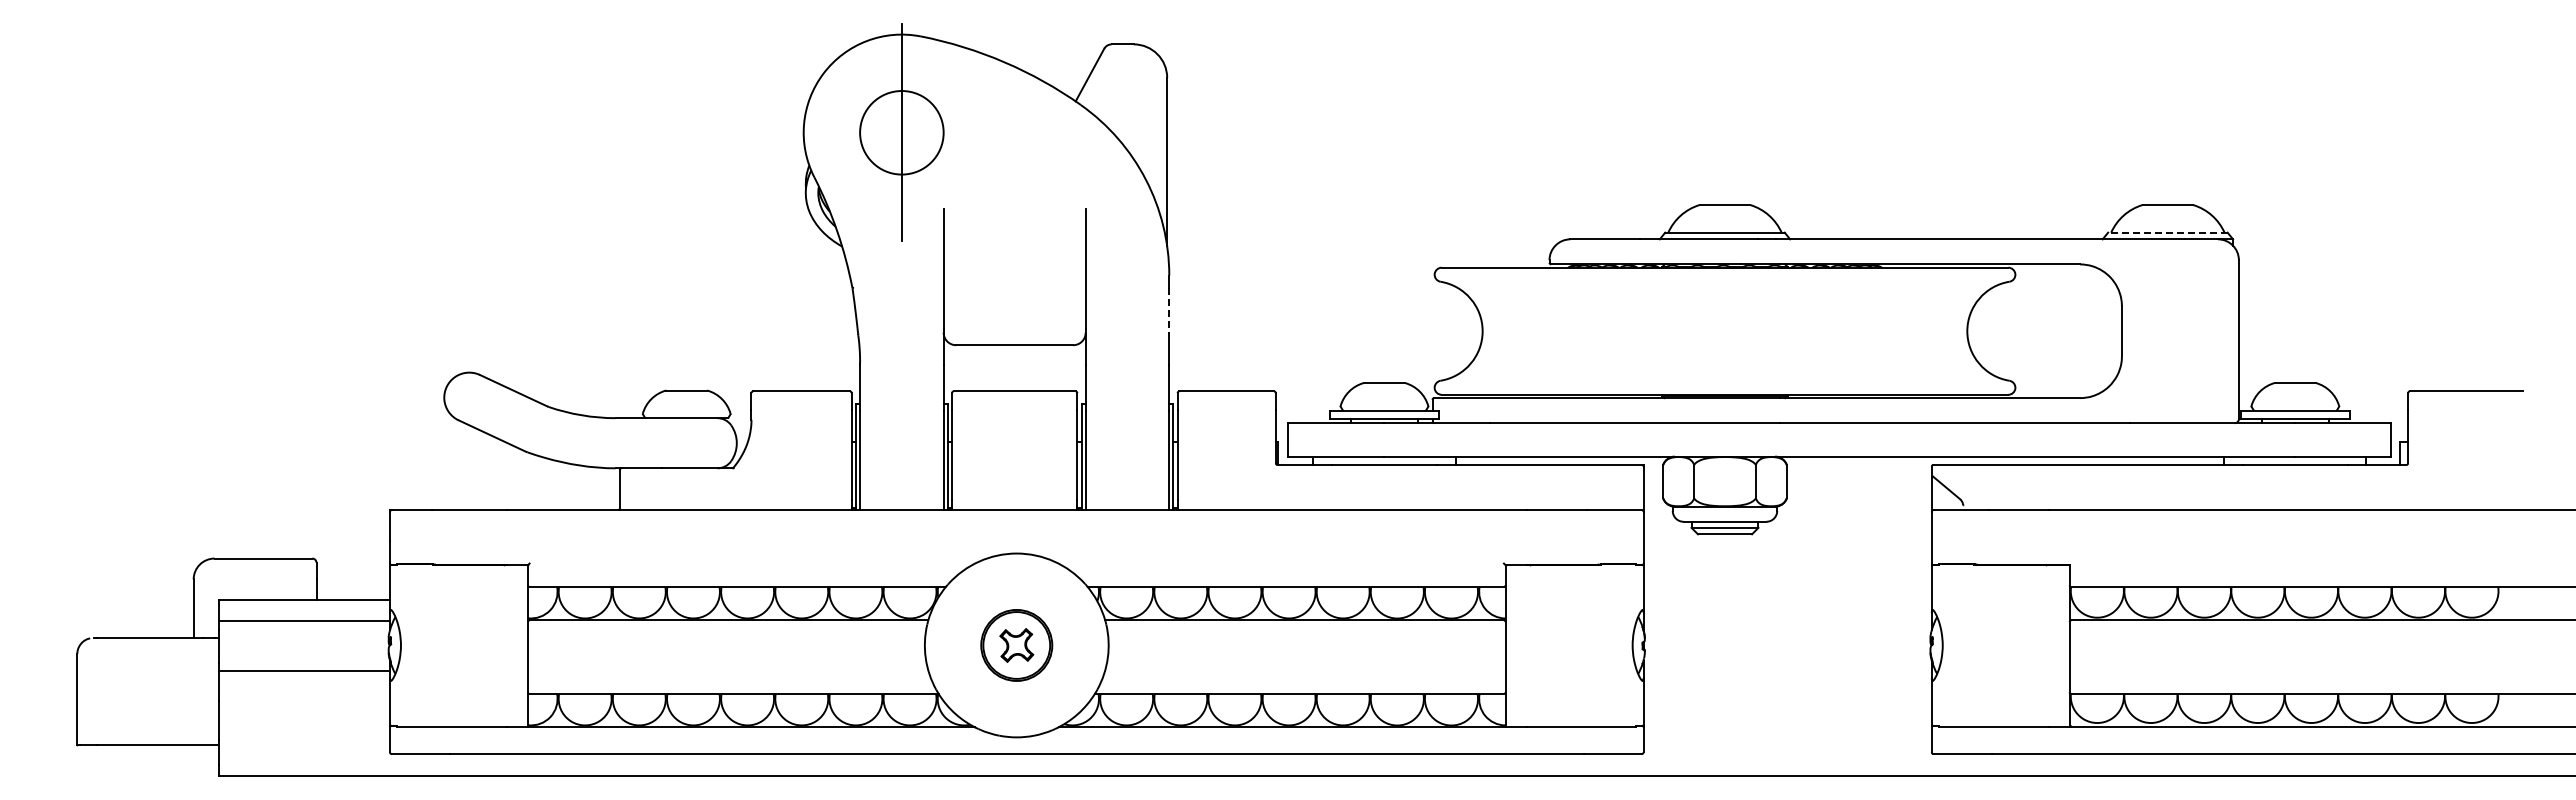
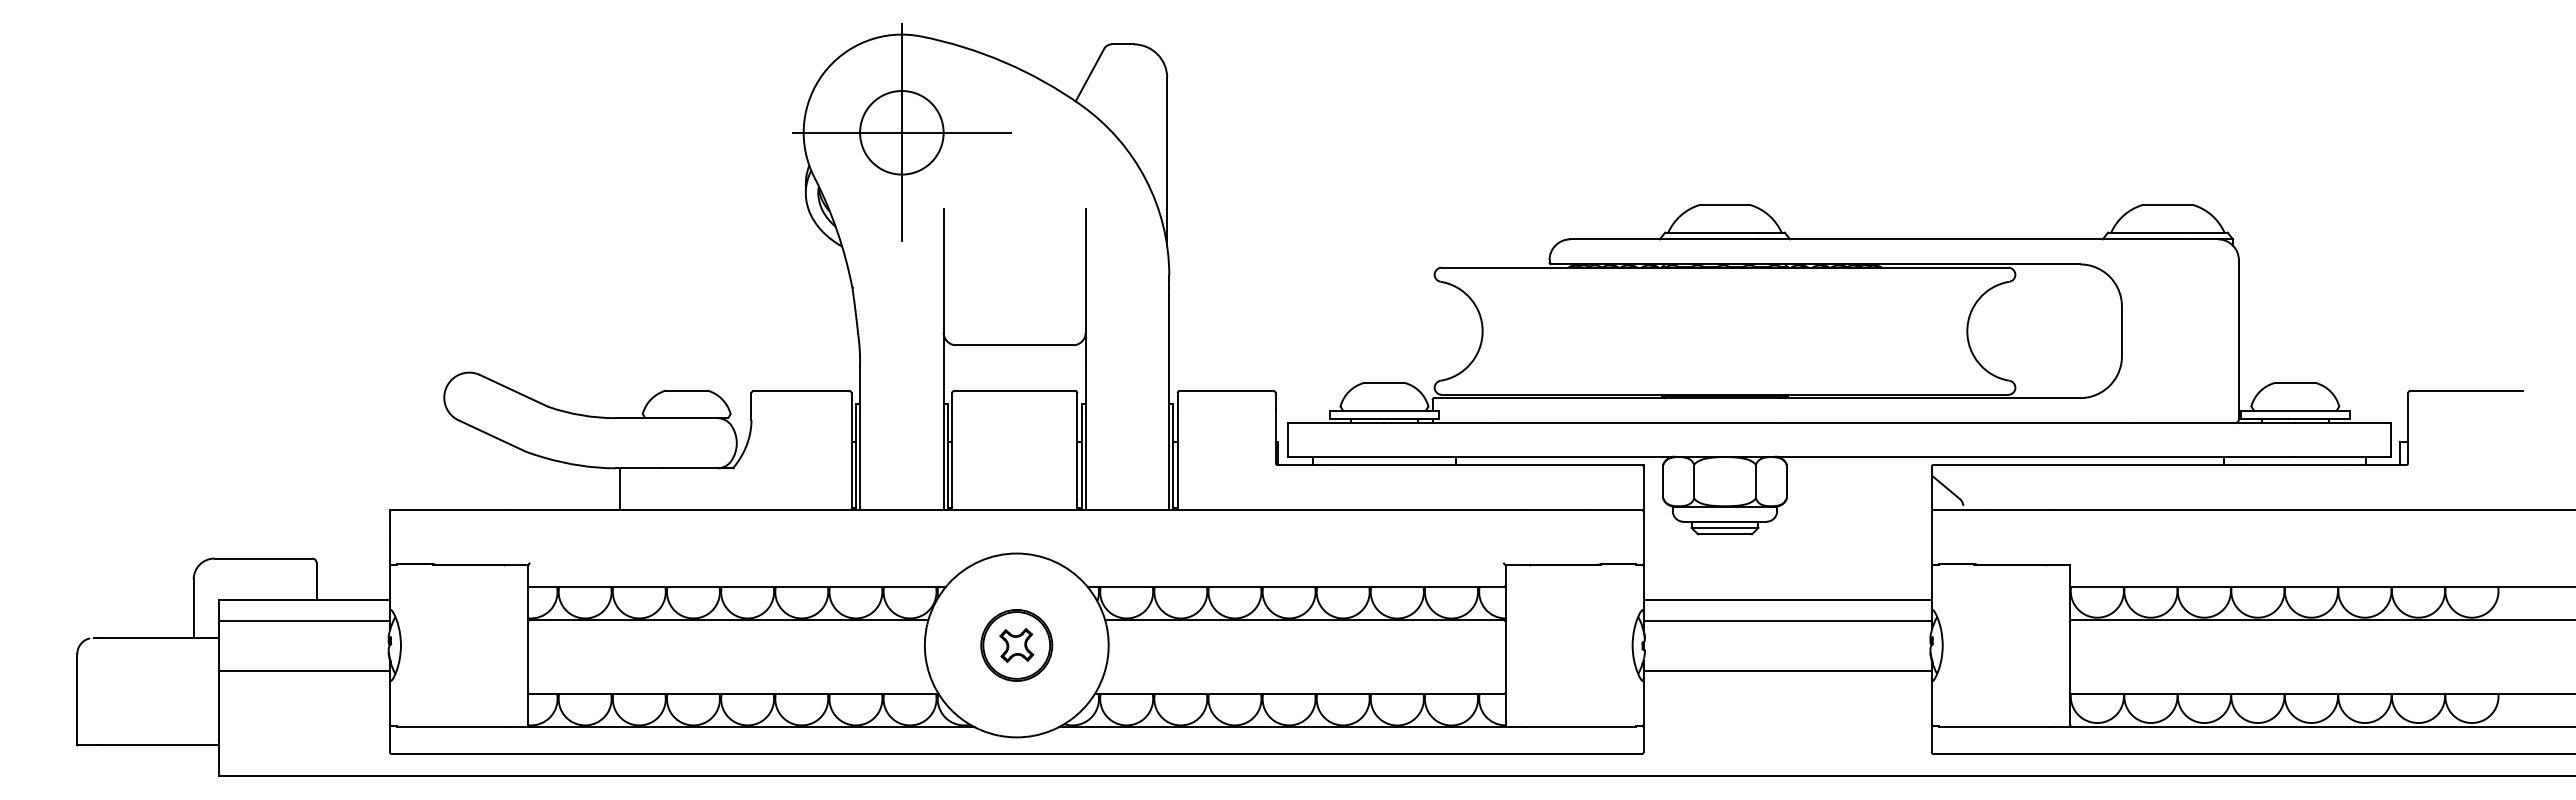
line at (901, 132): none -> present
line at (2167, 232): dashed -> solid
line at (1169, 311): dashed -> solid
line at (1787, 600): none -> present
line at (1787, 621): none -> present
line at (1787, 671): none -> present
